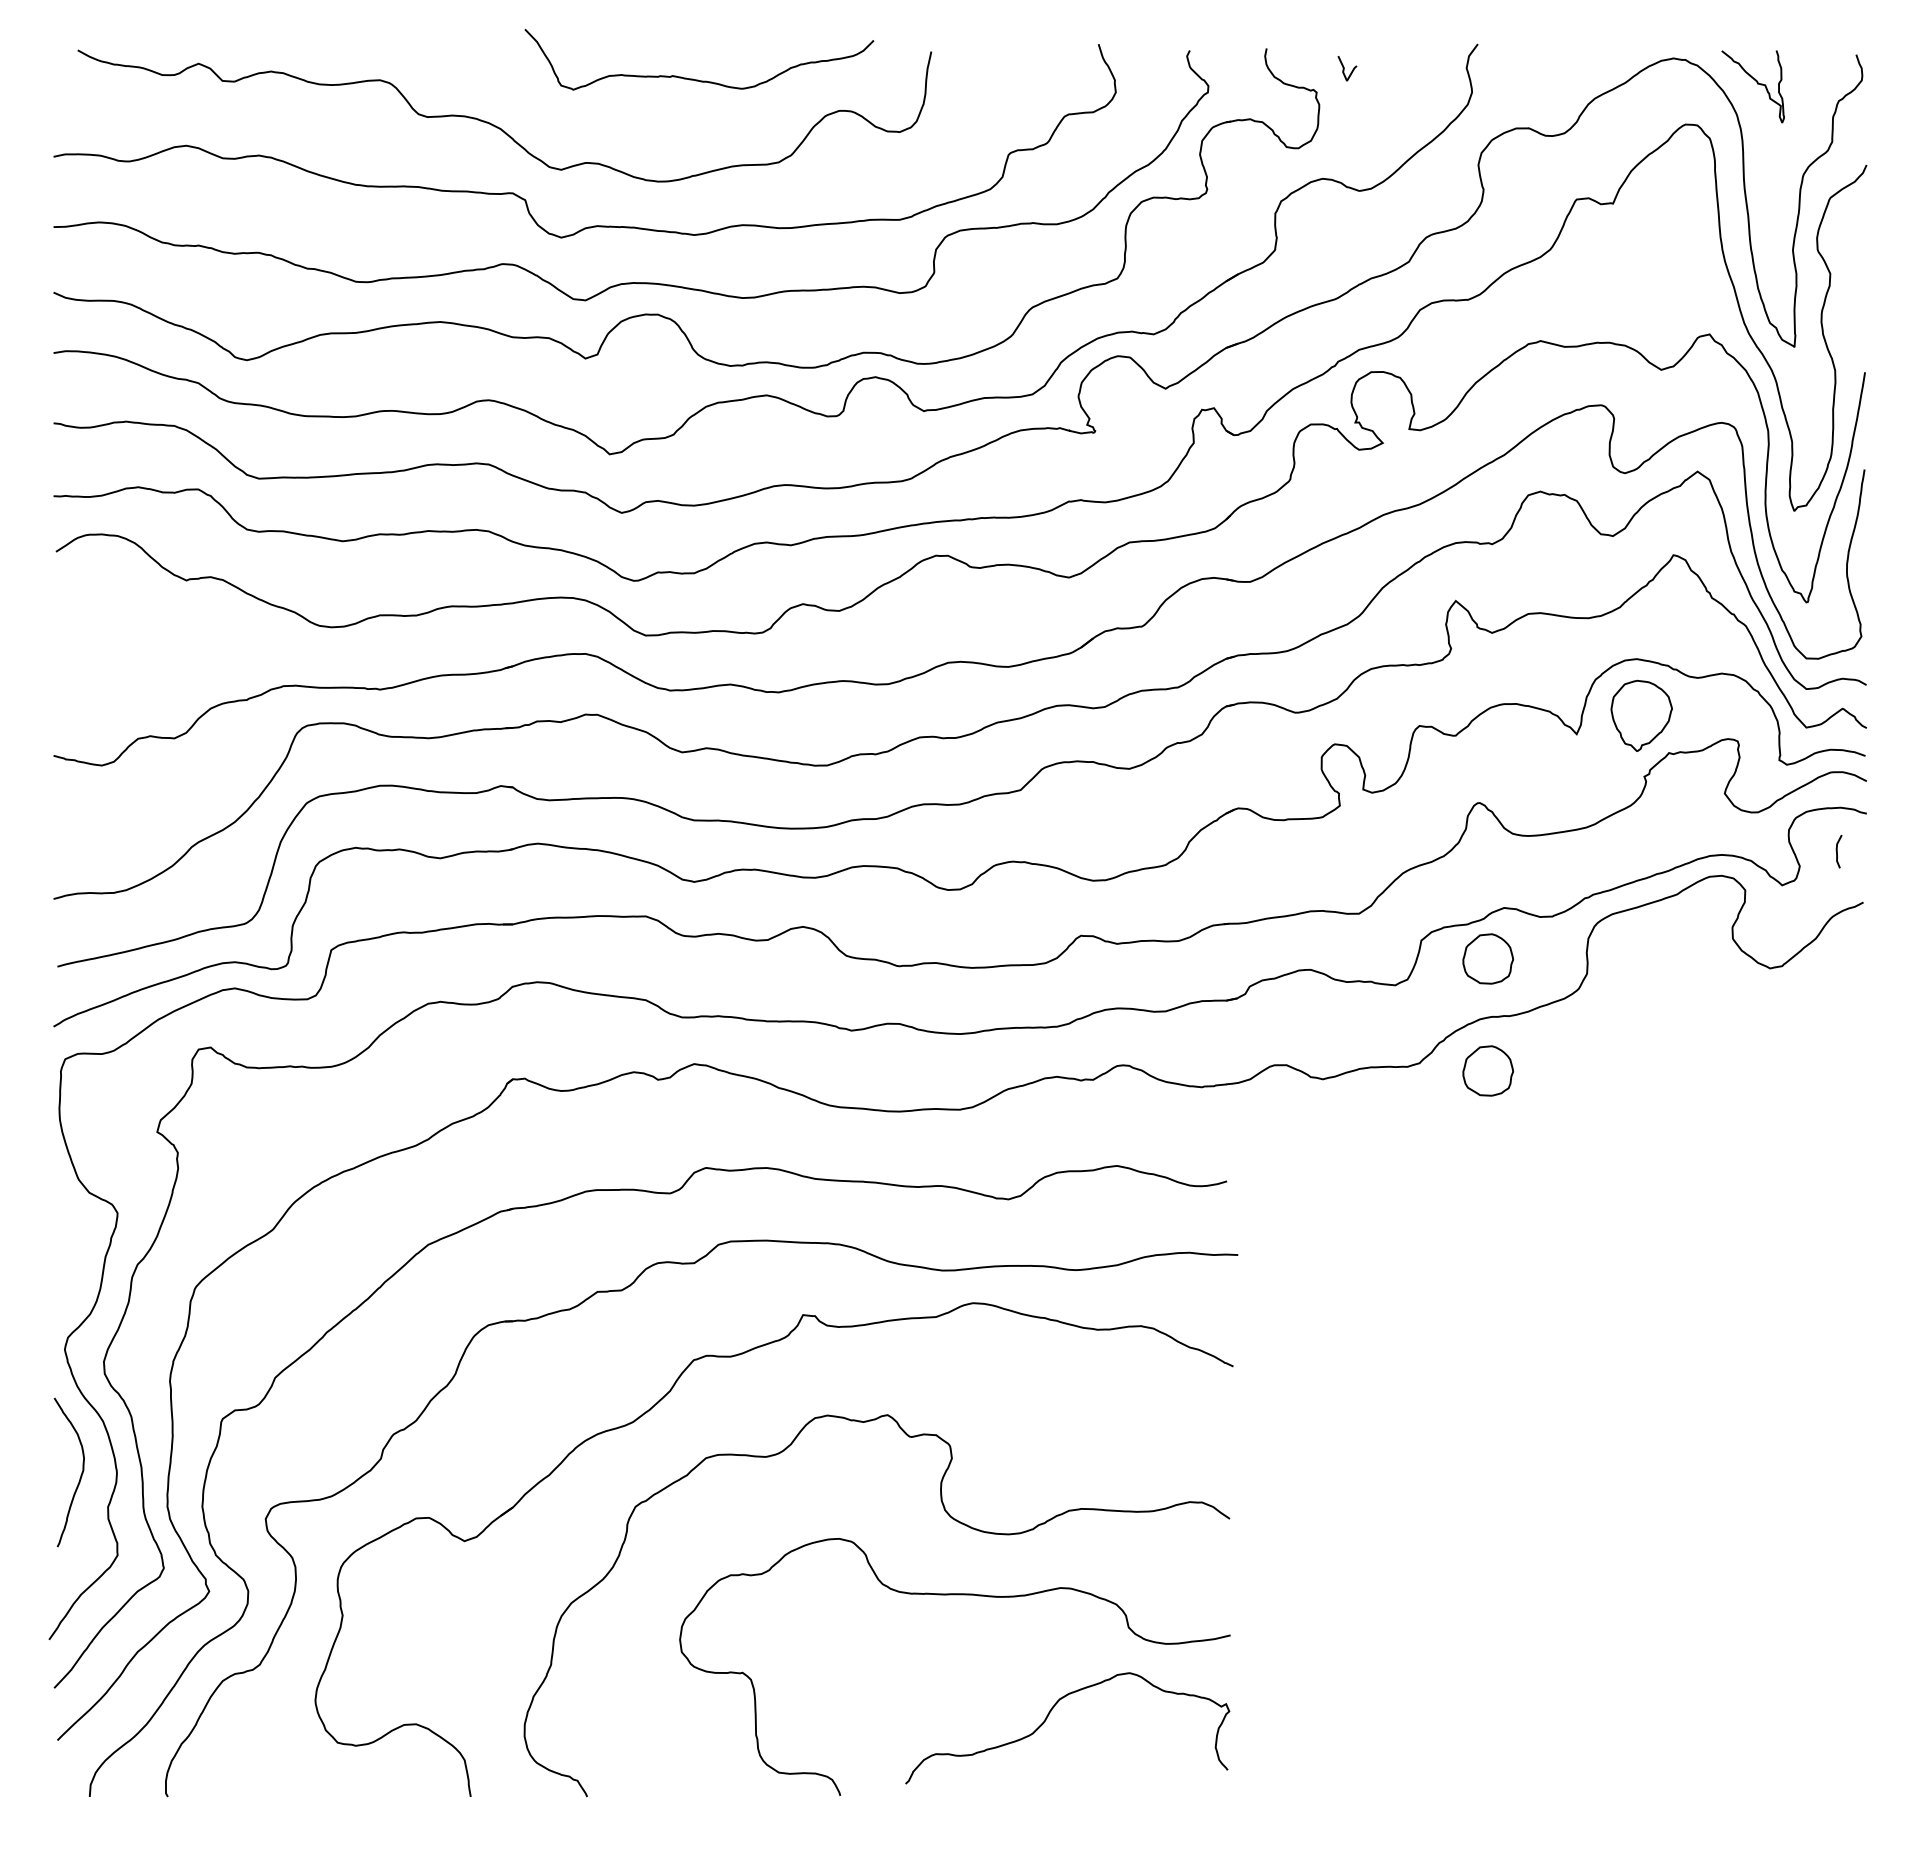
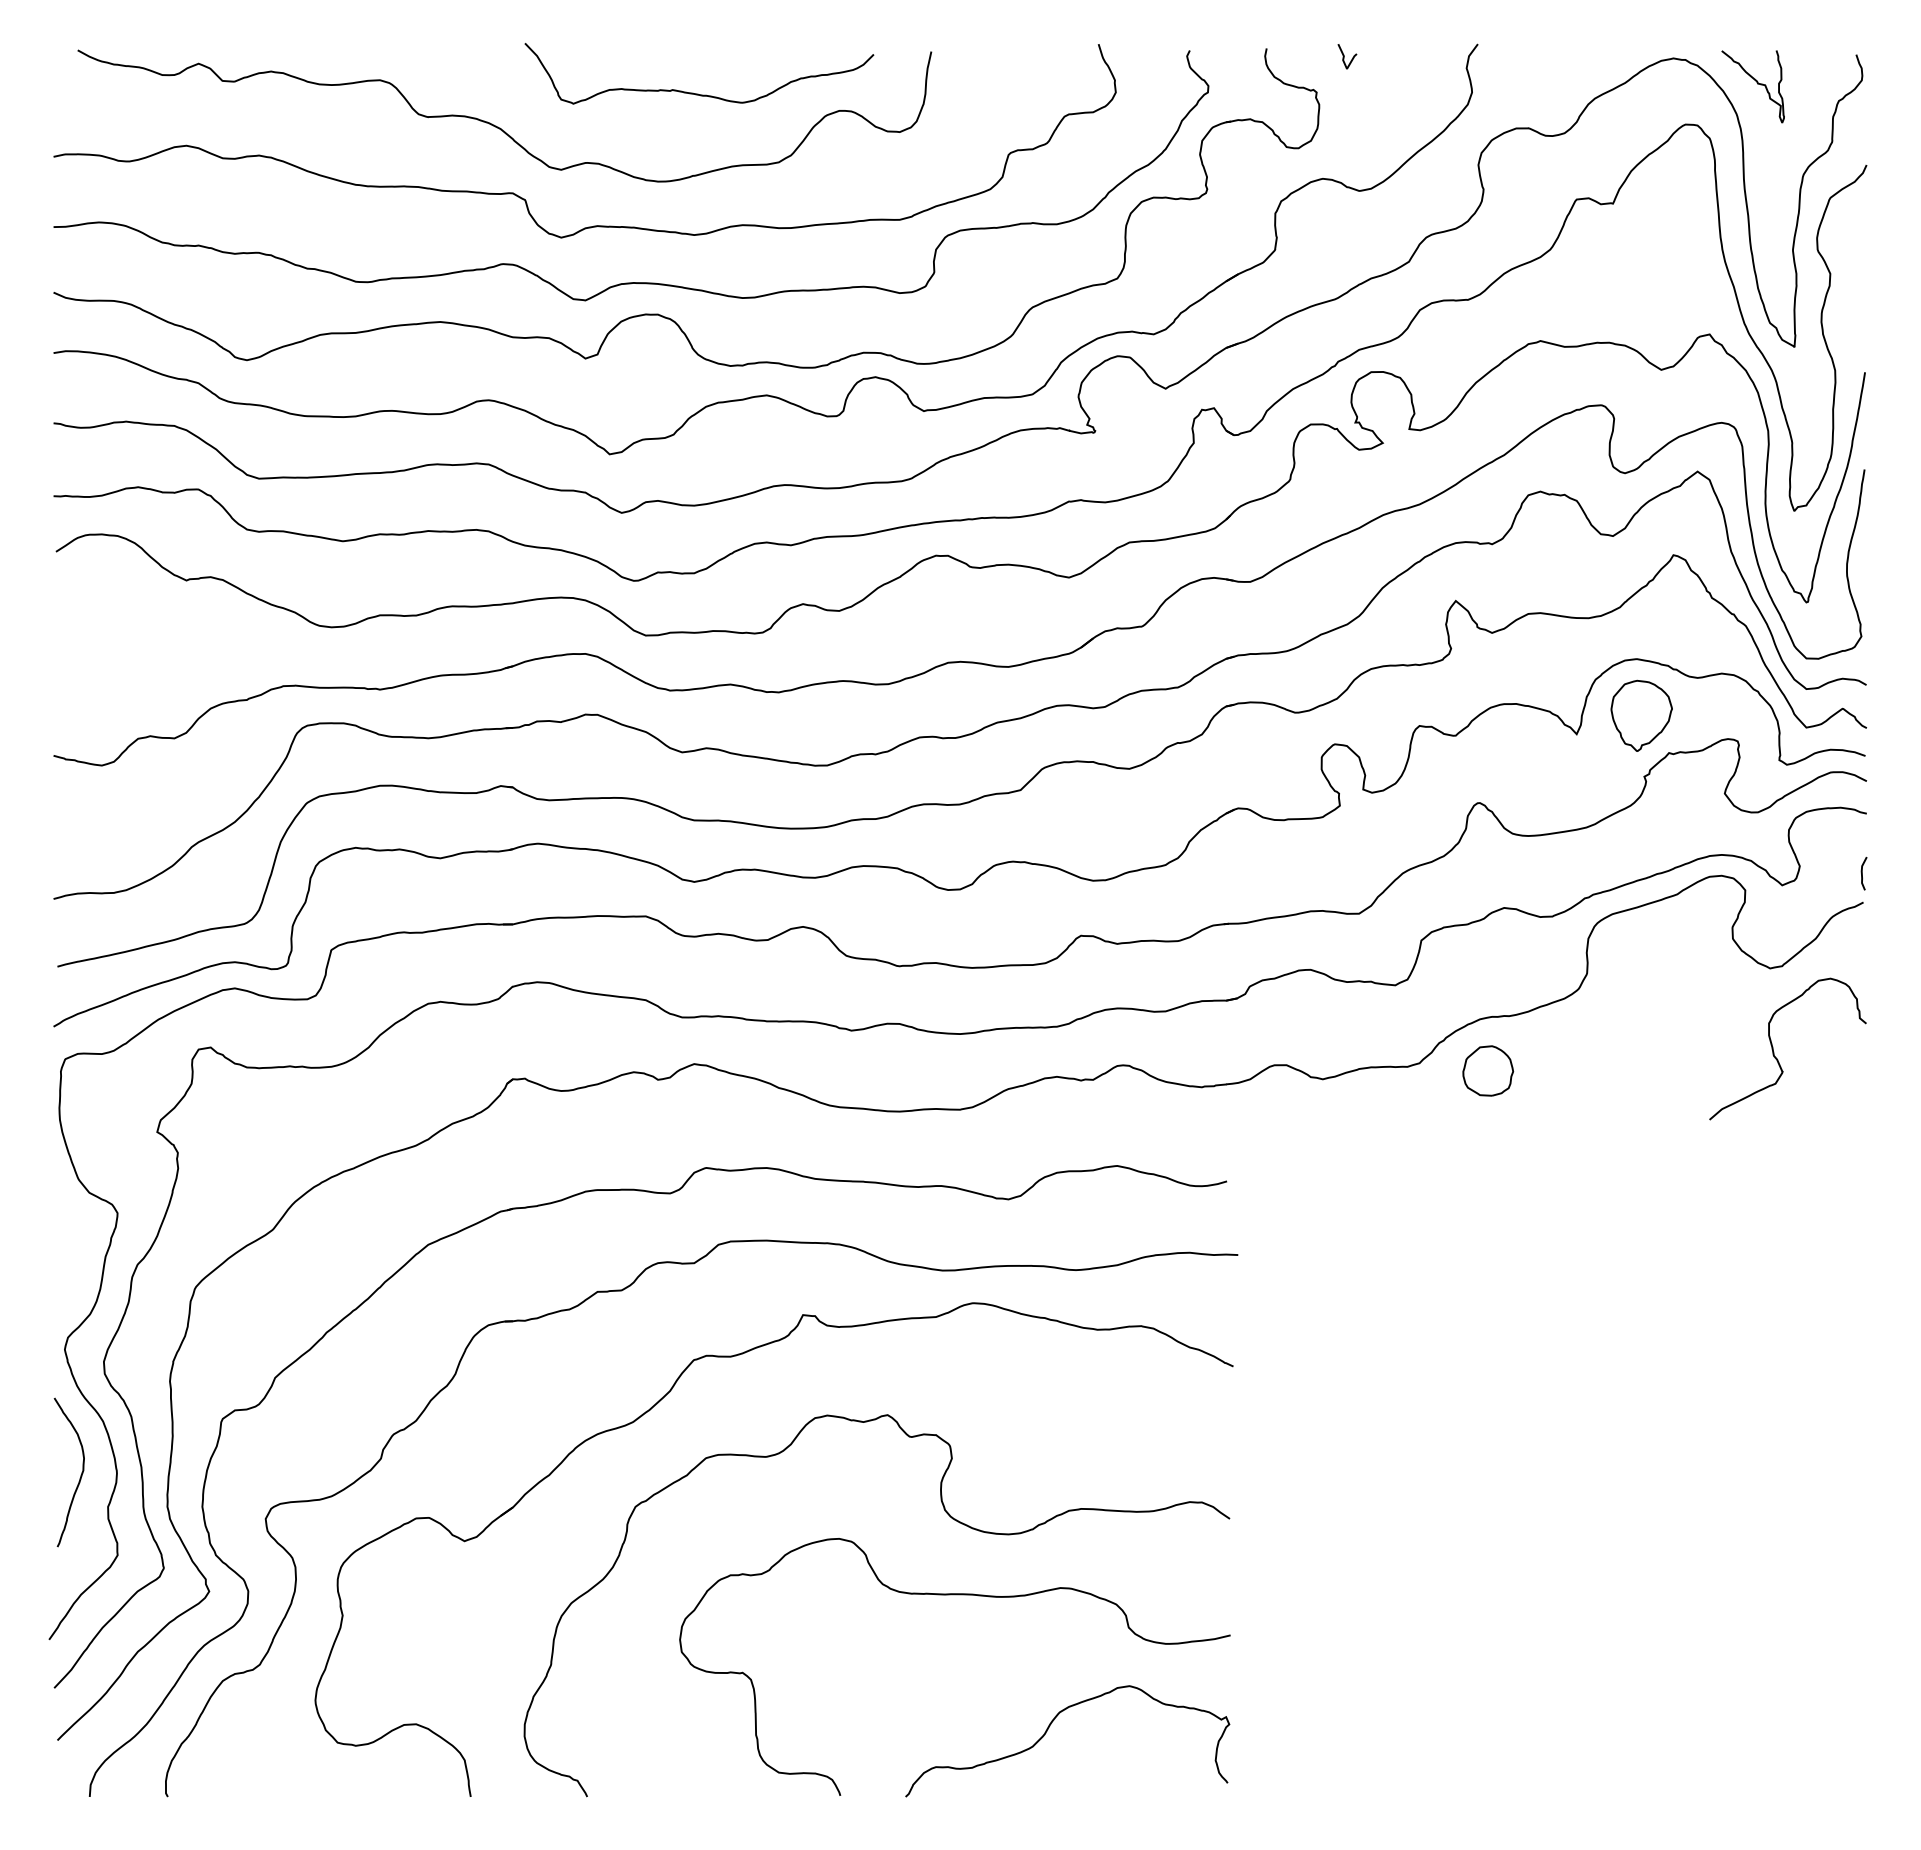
curve at (1344, 68) position: (1344, 68) -> (1344, 56)
curve at (693, 78) position: (693, 78) -> (693, 92)
curve at (1837, 851) position: (1837, 851) -> (1862, 873)
part at (1488, 958): present -> none
curve at (1774, 1052): none -> present
curve at (1047, 1718) position: (1047, 1718) -> (1047, 1731)
